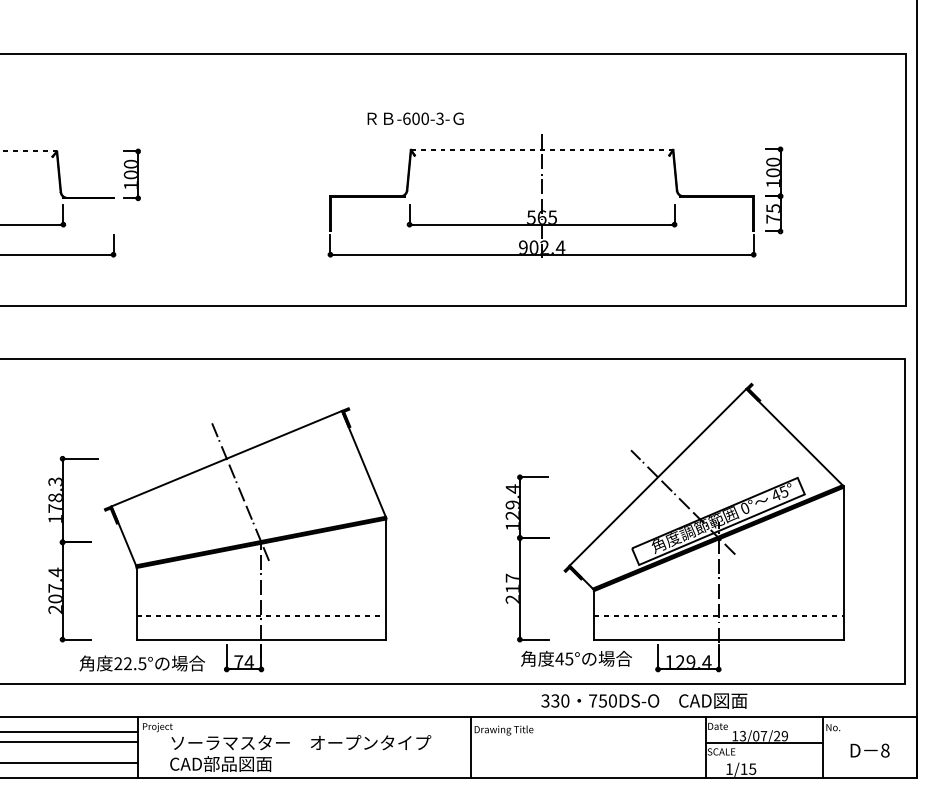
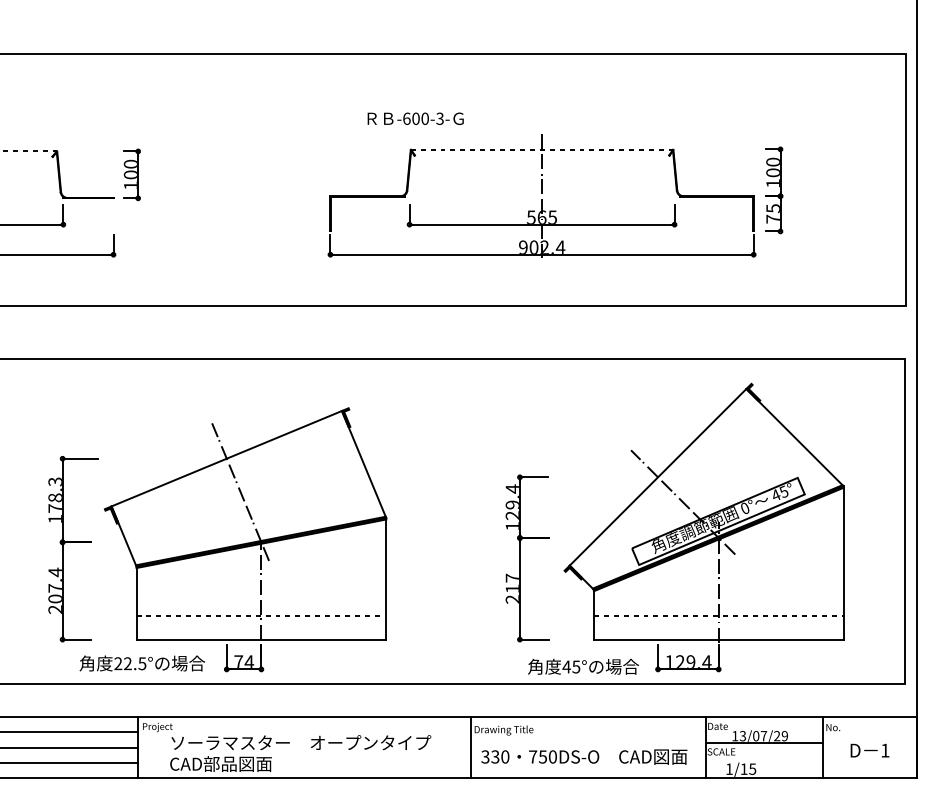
text at (576, 658) position: (576, 658) -> (583, 666)
text at (644, 700) position: (644, 700) -> (584, 756)
line at (70, 741) position: (70, 741) -> (70, 747)
text at (885, 750): 8 -> 1
